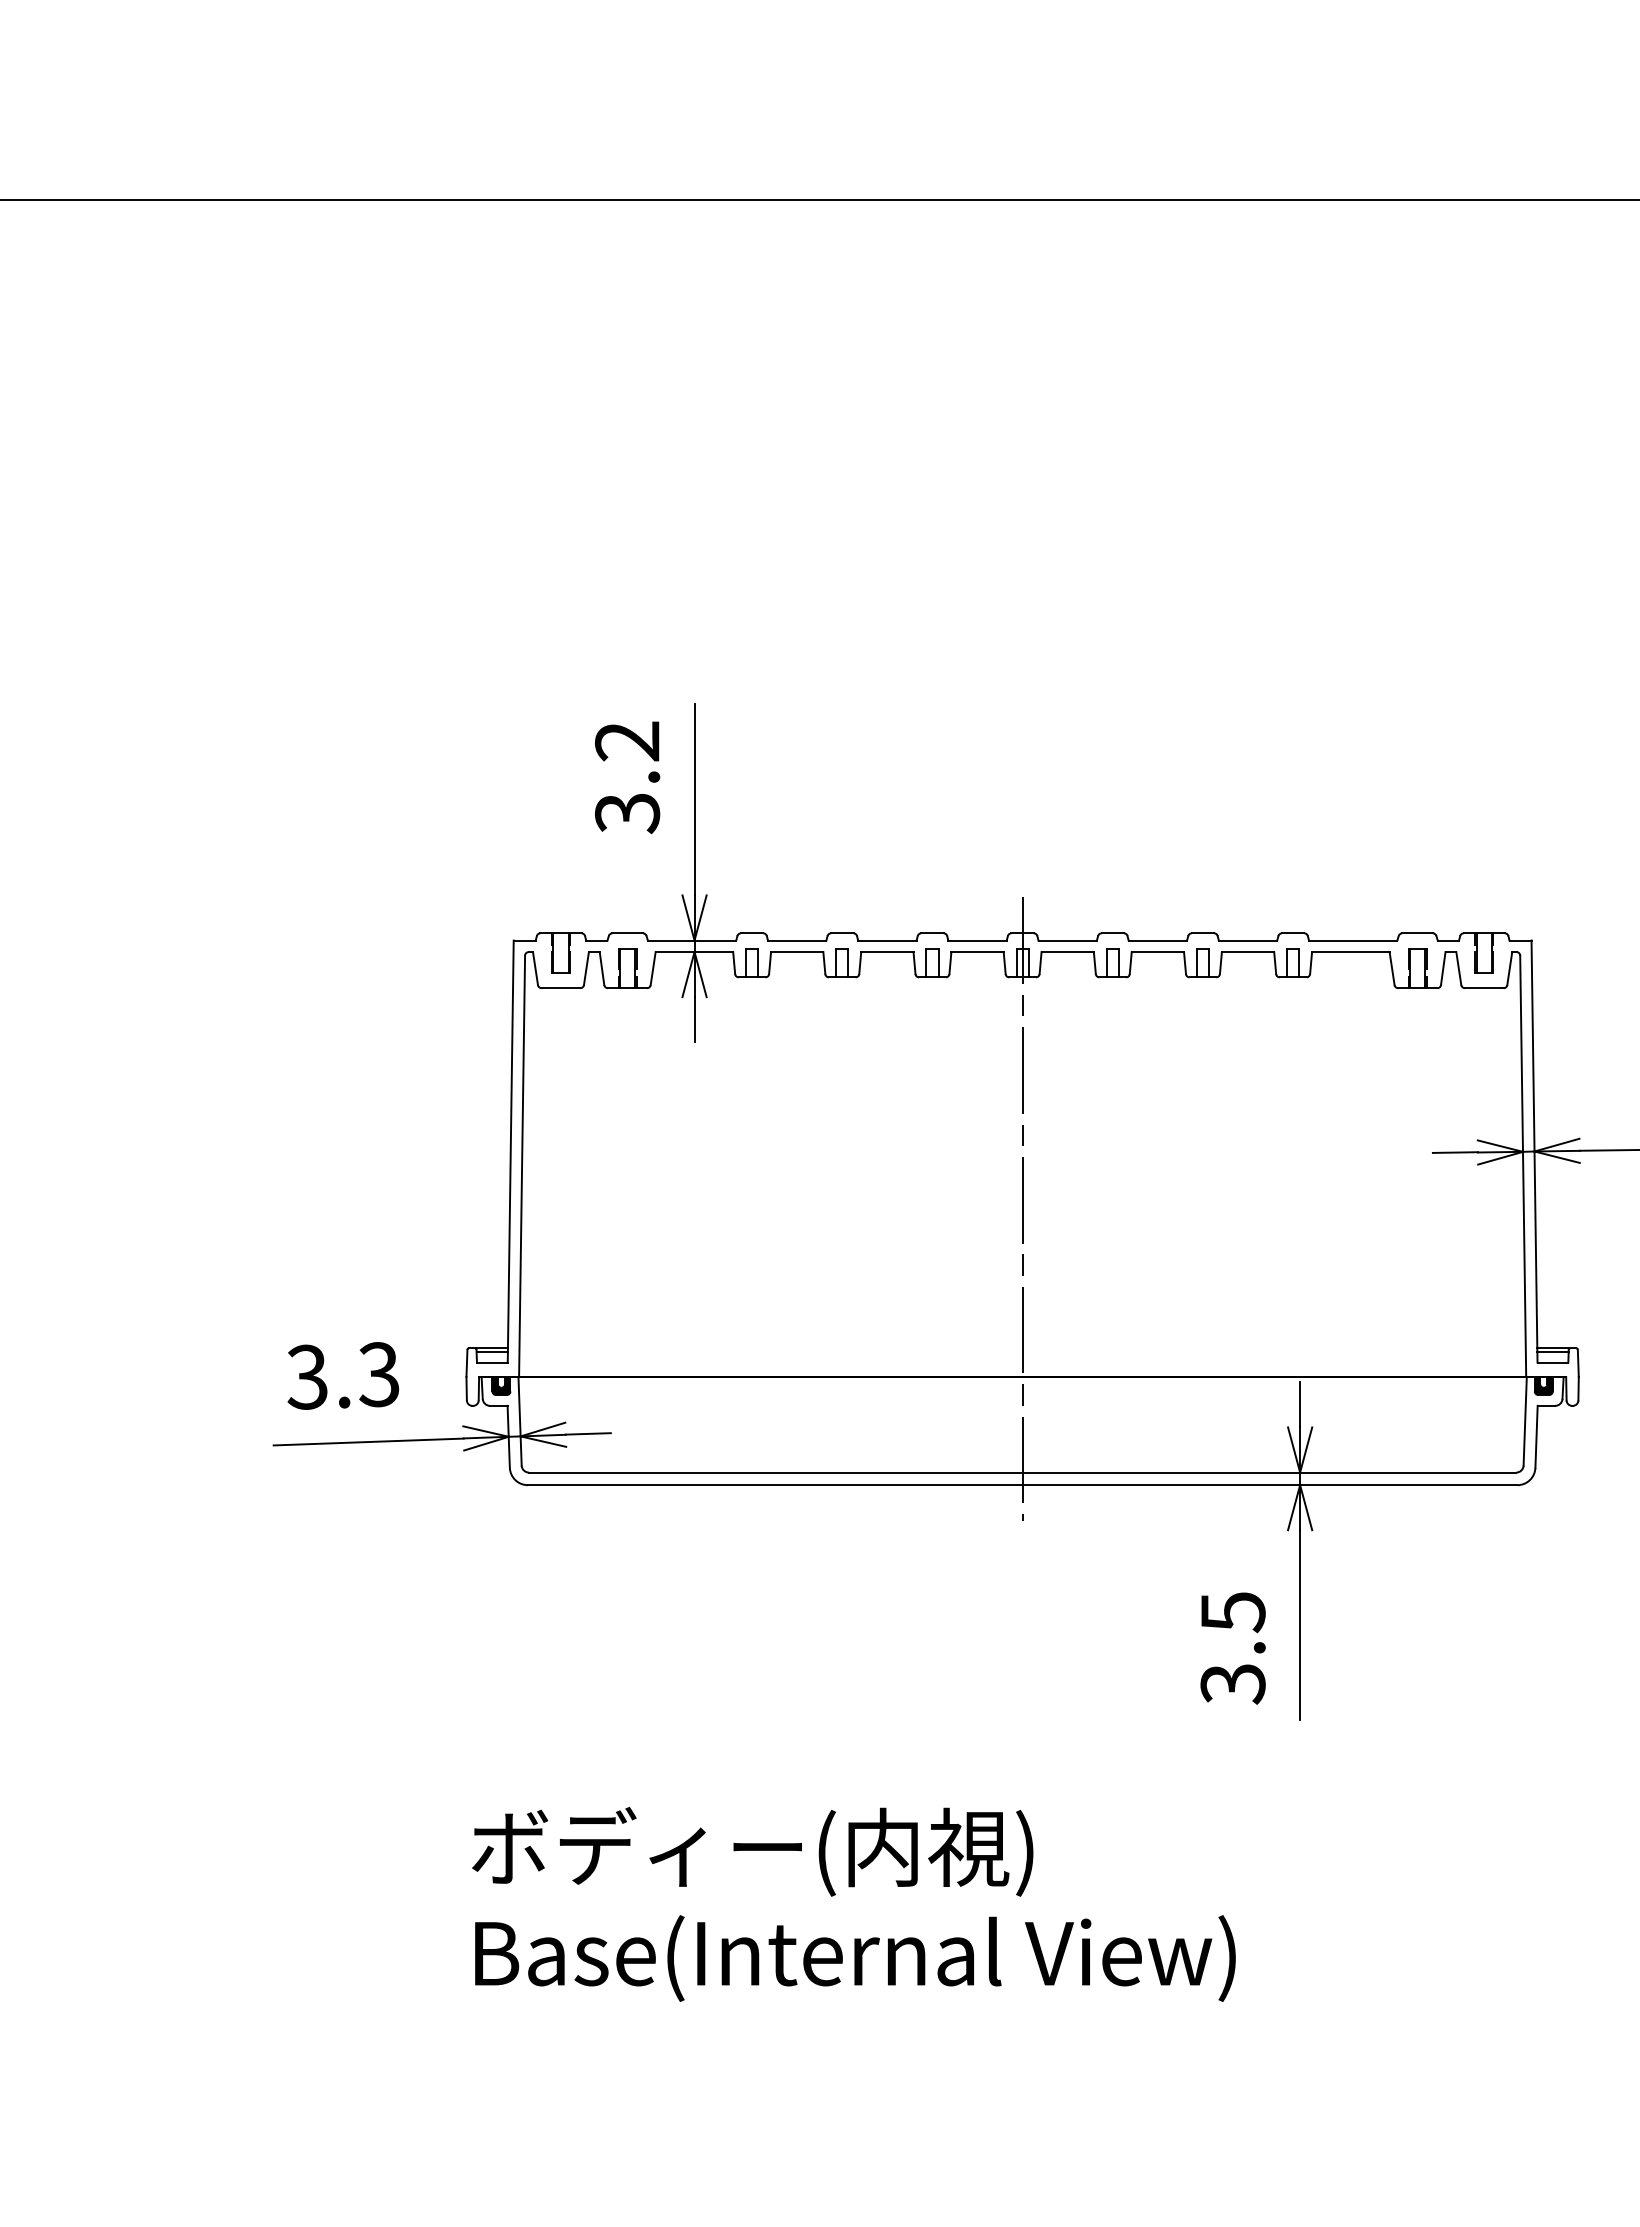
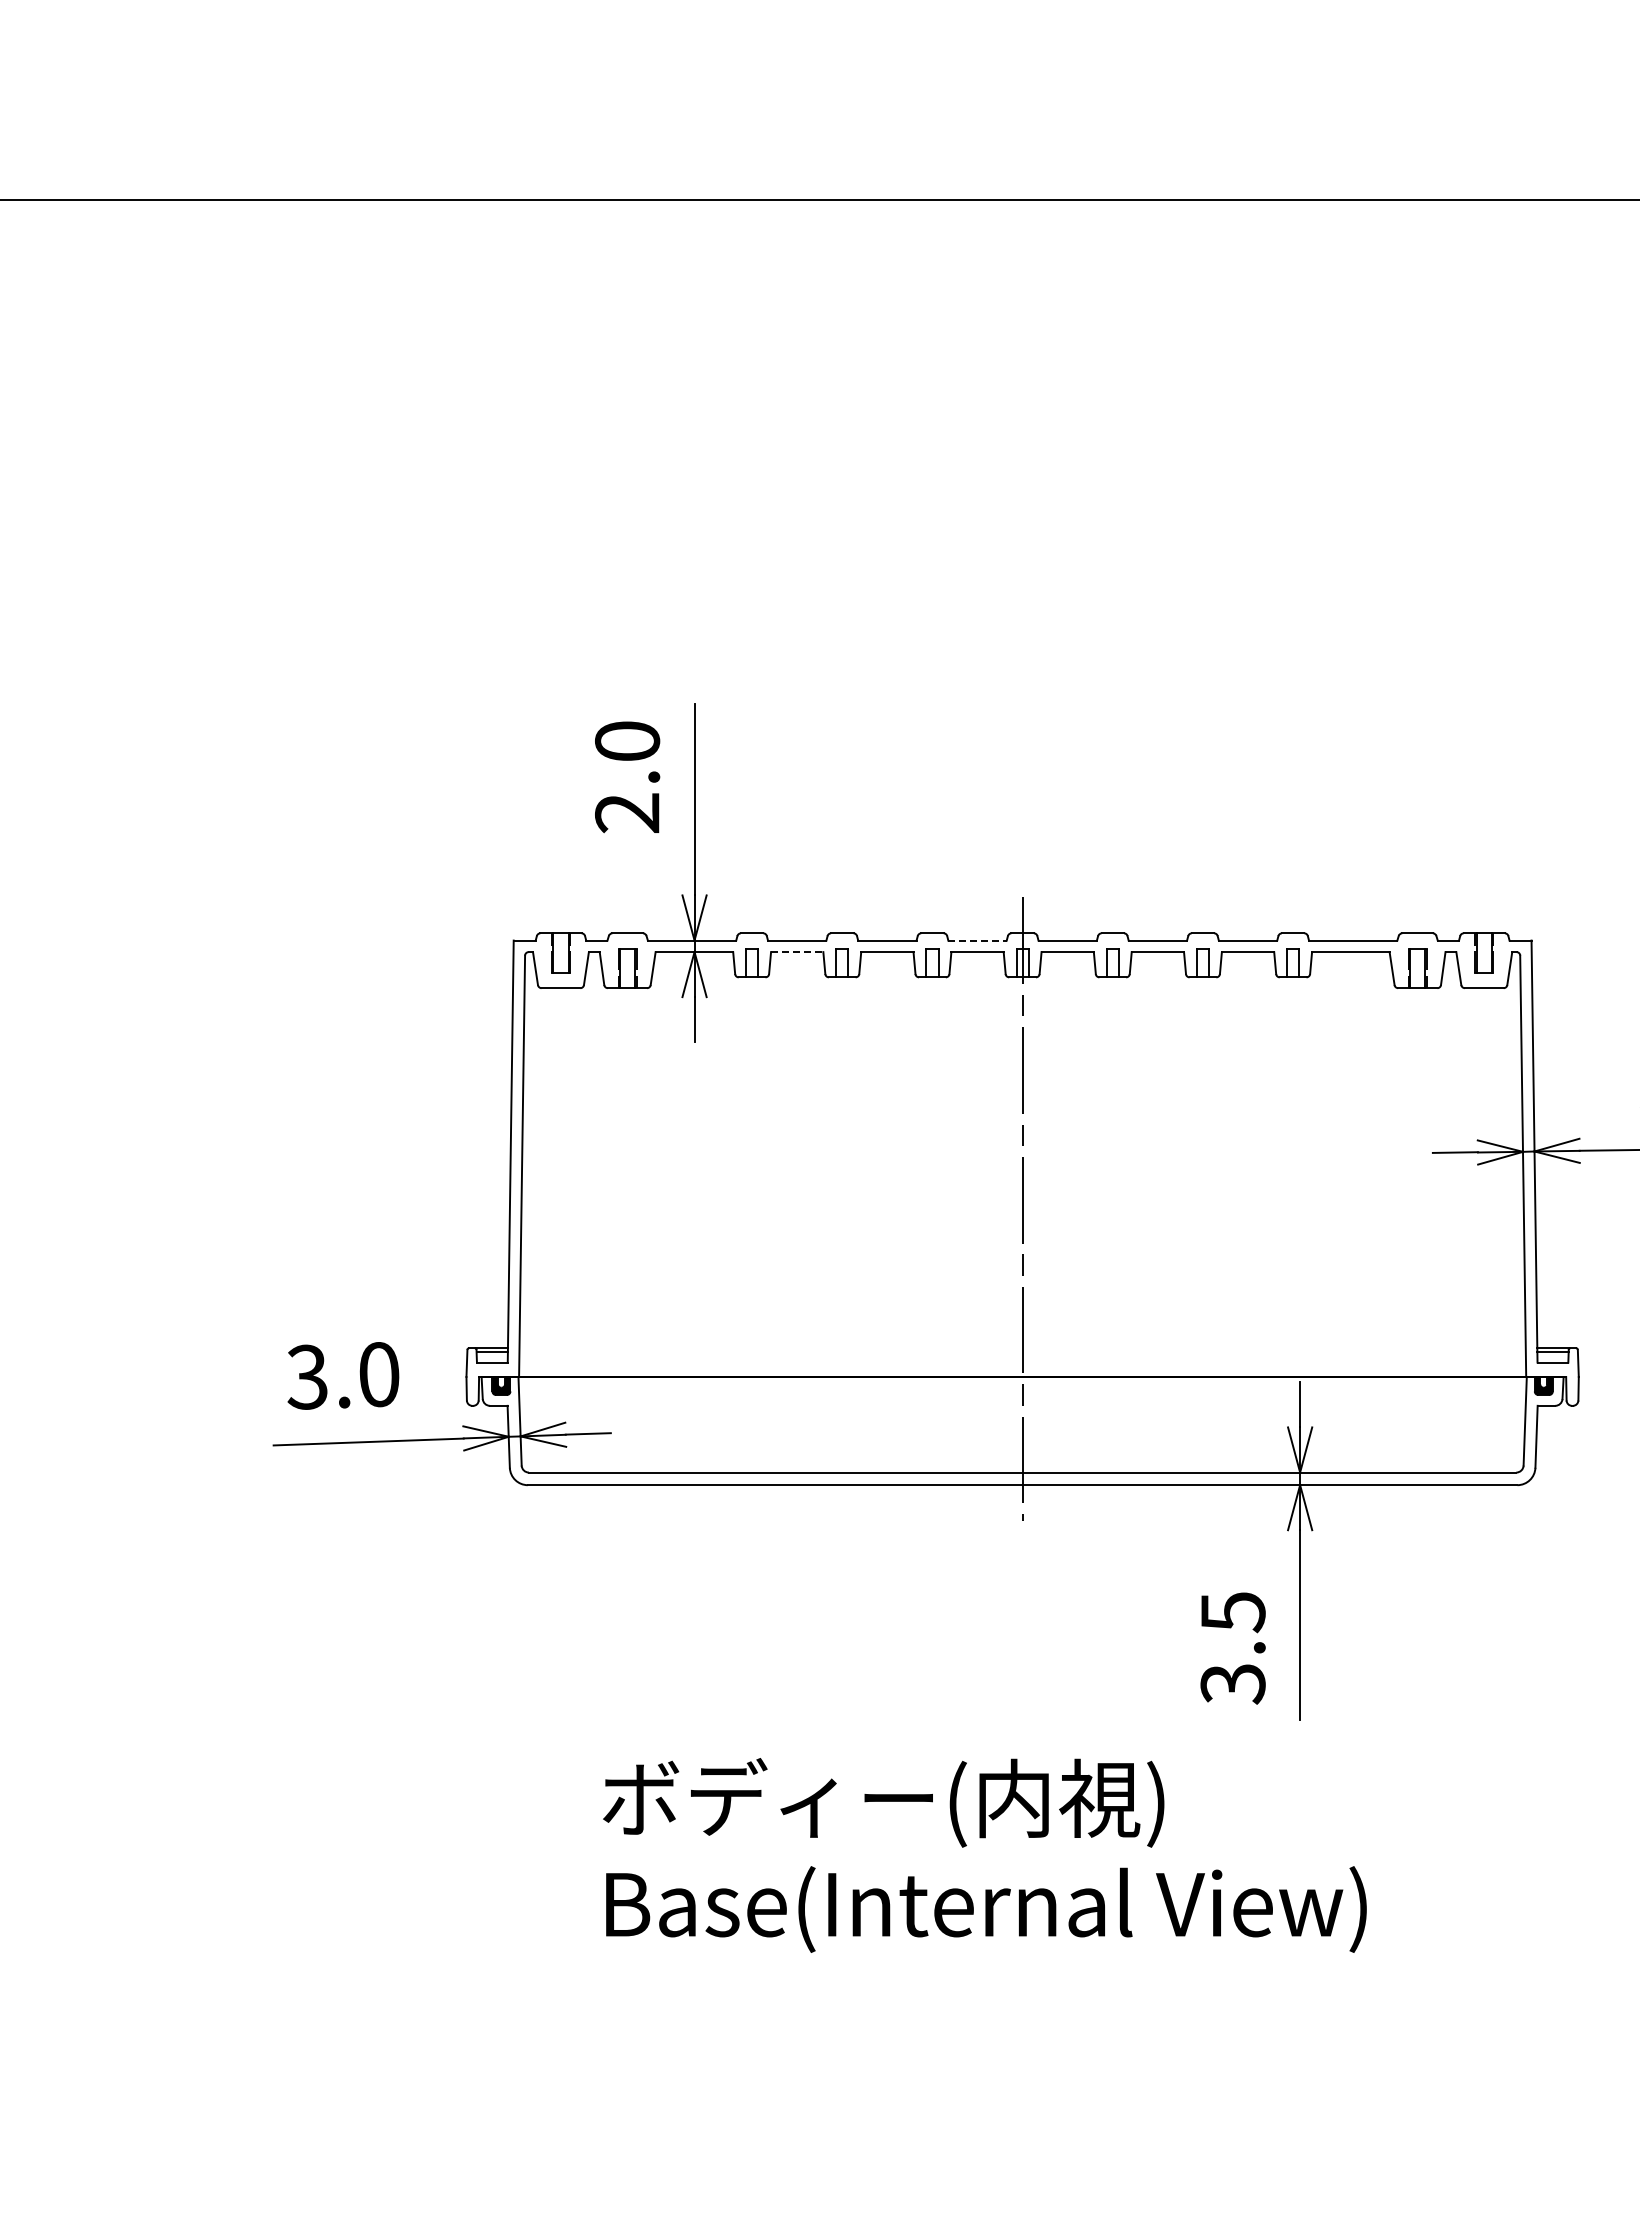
text at (627, 777): 3.2 -> 2.0
line at (978, 940): solid -> dashed
line at (797, 952): solid -> dashed
text at (379, 1374): 3.3 -> 3.0
text at (853, 1904) position: (853, 1904) -> (984, 1855)
